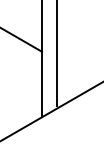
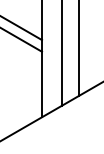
line at (22, 28): none -> present
line at (79, 48): none -> present
line at (57, 53) position: (57, 53) -> (62, 53)
